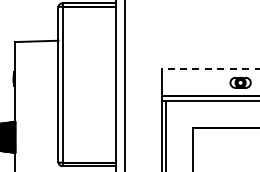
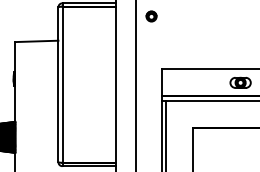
part at (151, 16): none -> present
line at (210, 69): dashed -> solid
line at (125, 85) position: (125, 85) -> (136, 85)
